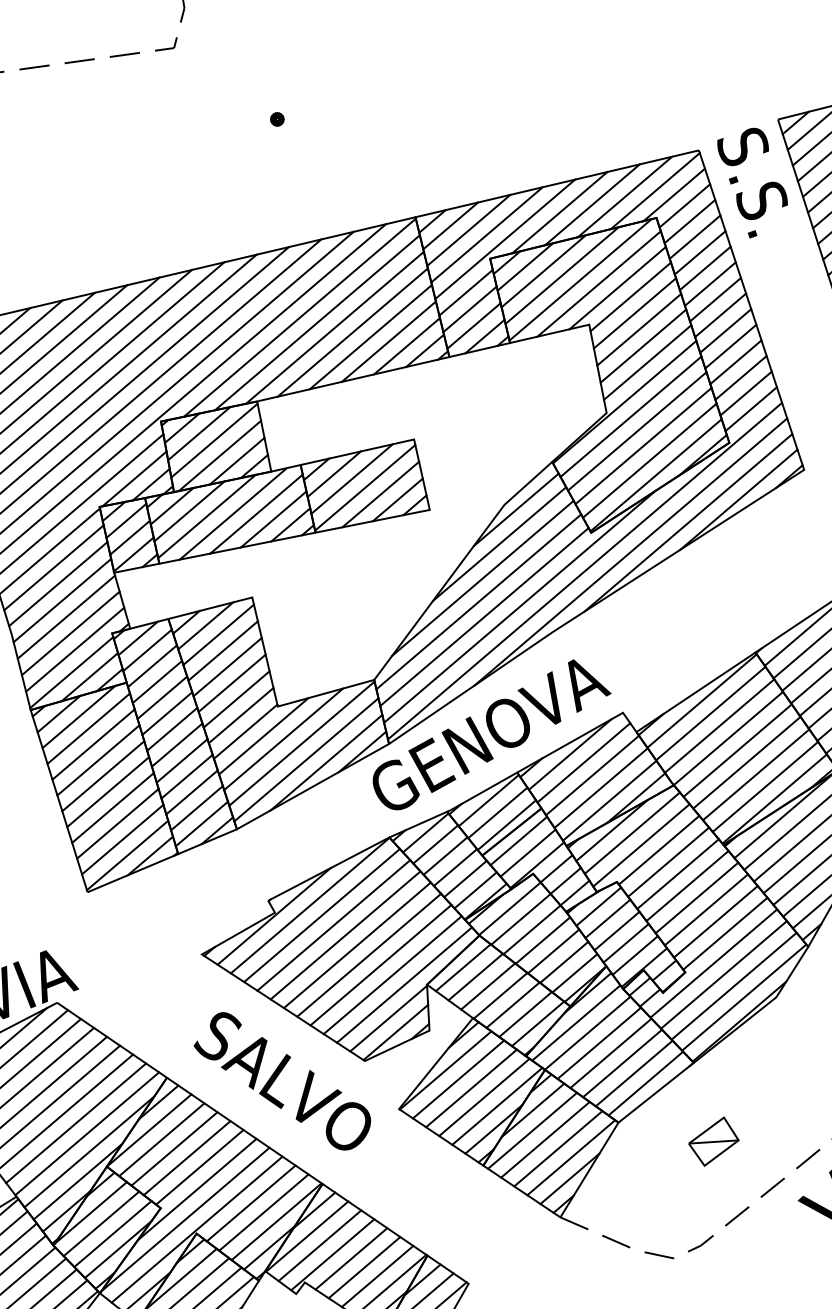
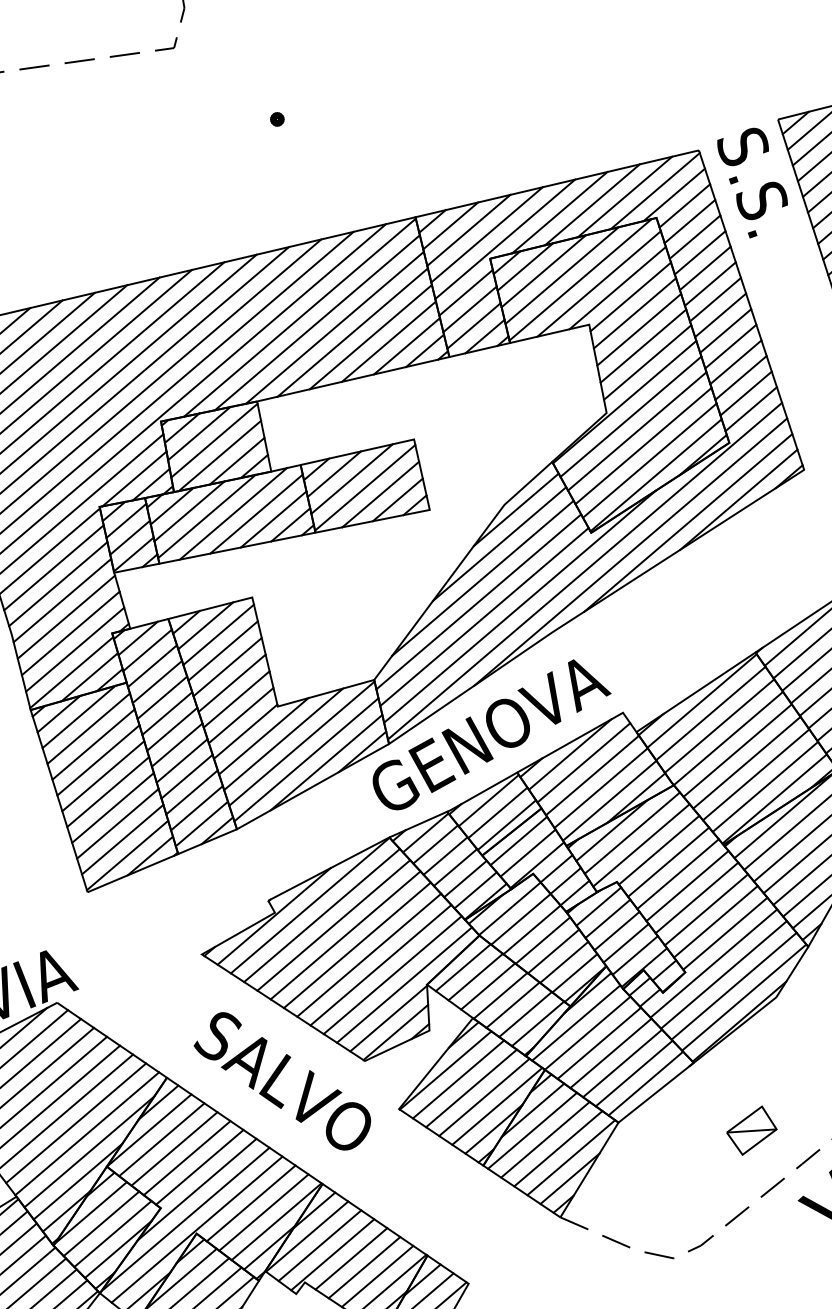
part at (713, 1141) position: (713, 1141) -> (751, 1130)
